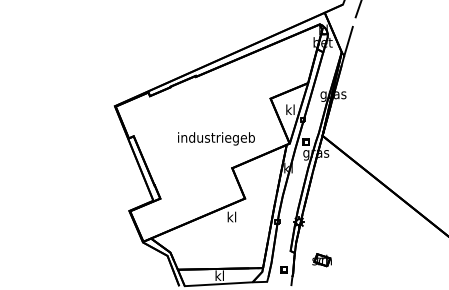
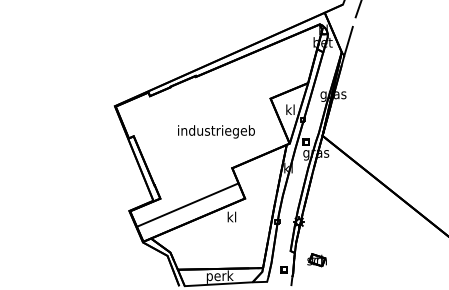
text at (216, 138) position: (216, 138) -> (216, 131)
line at (187, 204): none -> present
part at (321, 260) position: (321, 260) -> (316, 260)
text at (219, 276): kl -> perk
